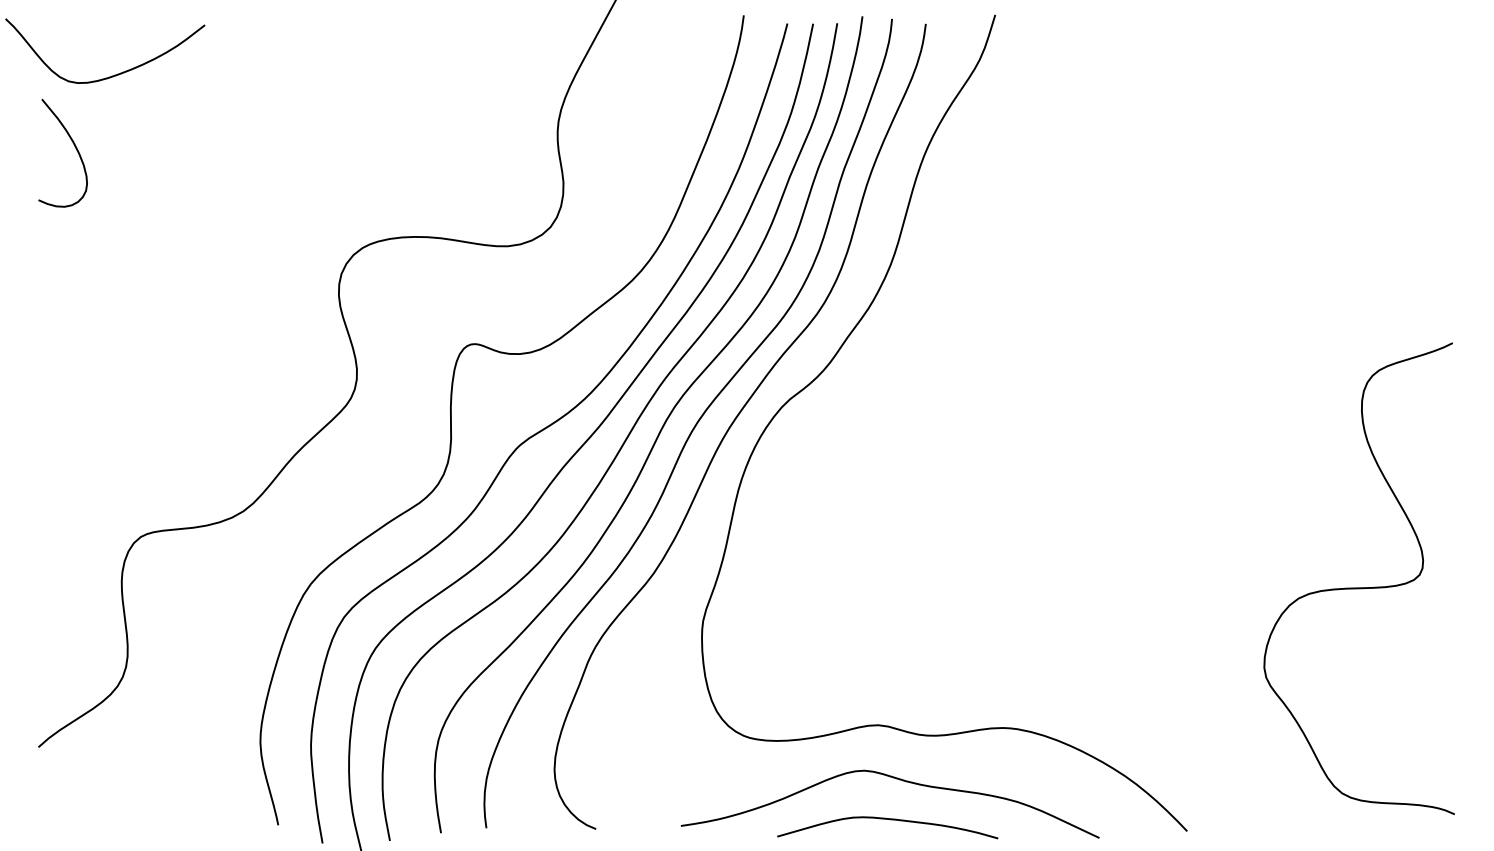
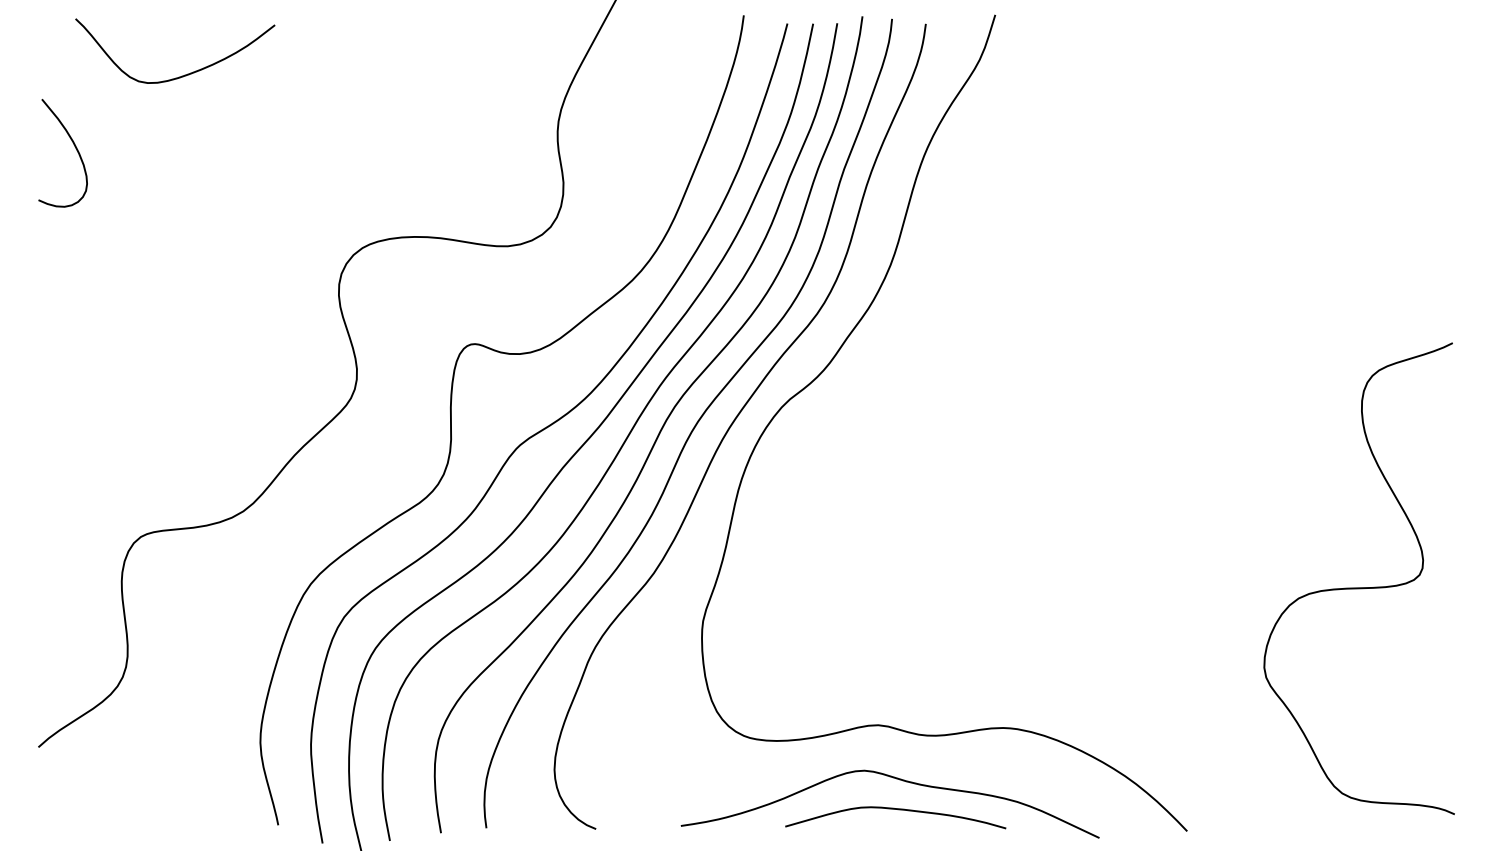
curve at (114, 74) position: (114, 74) -> (184, 74)
curve at (890, 820) position: (890, 820) -> (898, 810)
